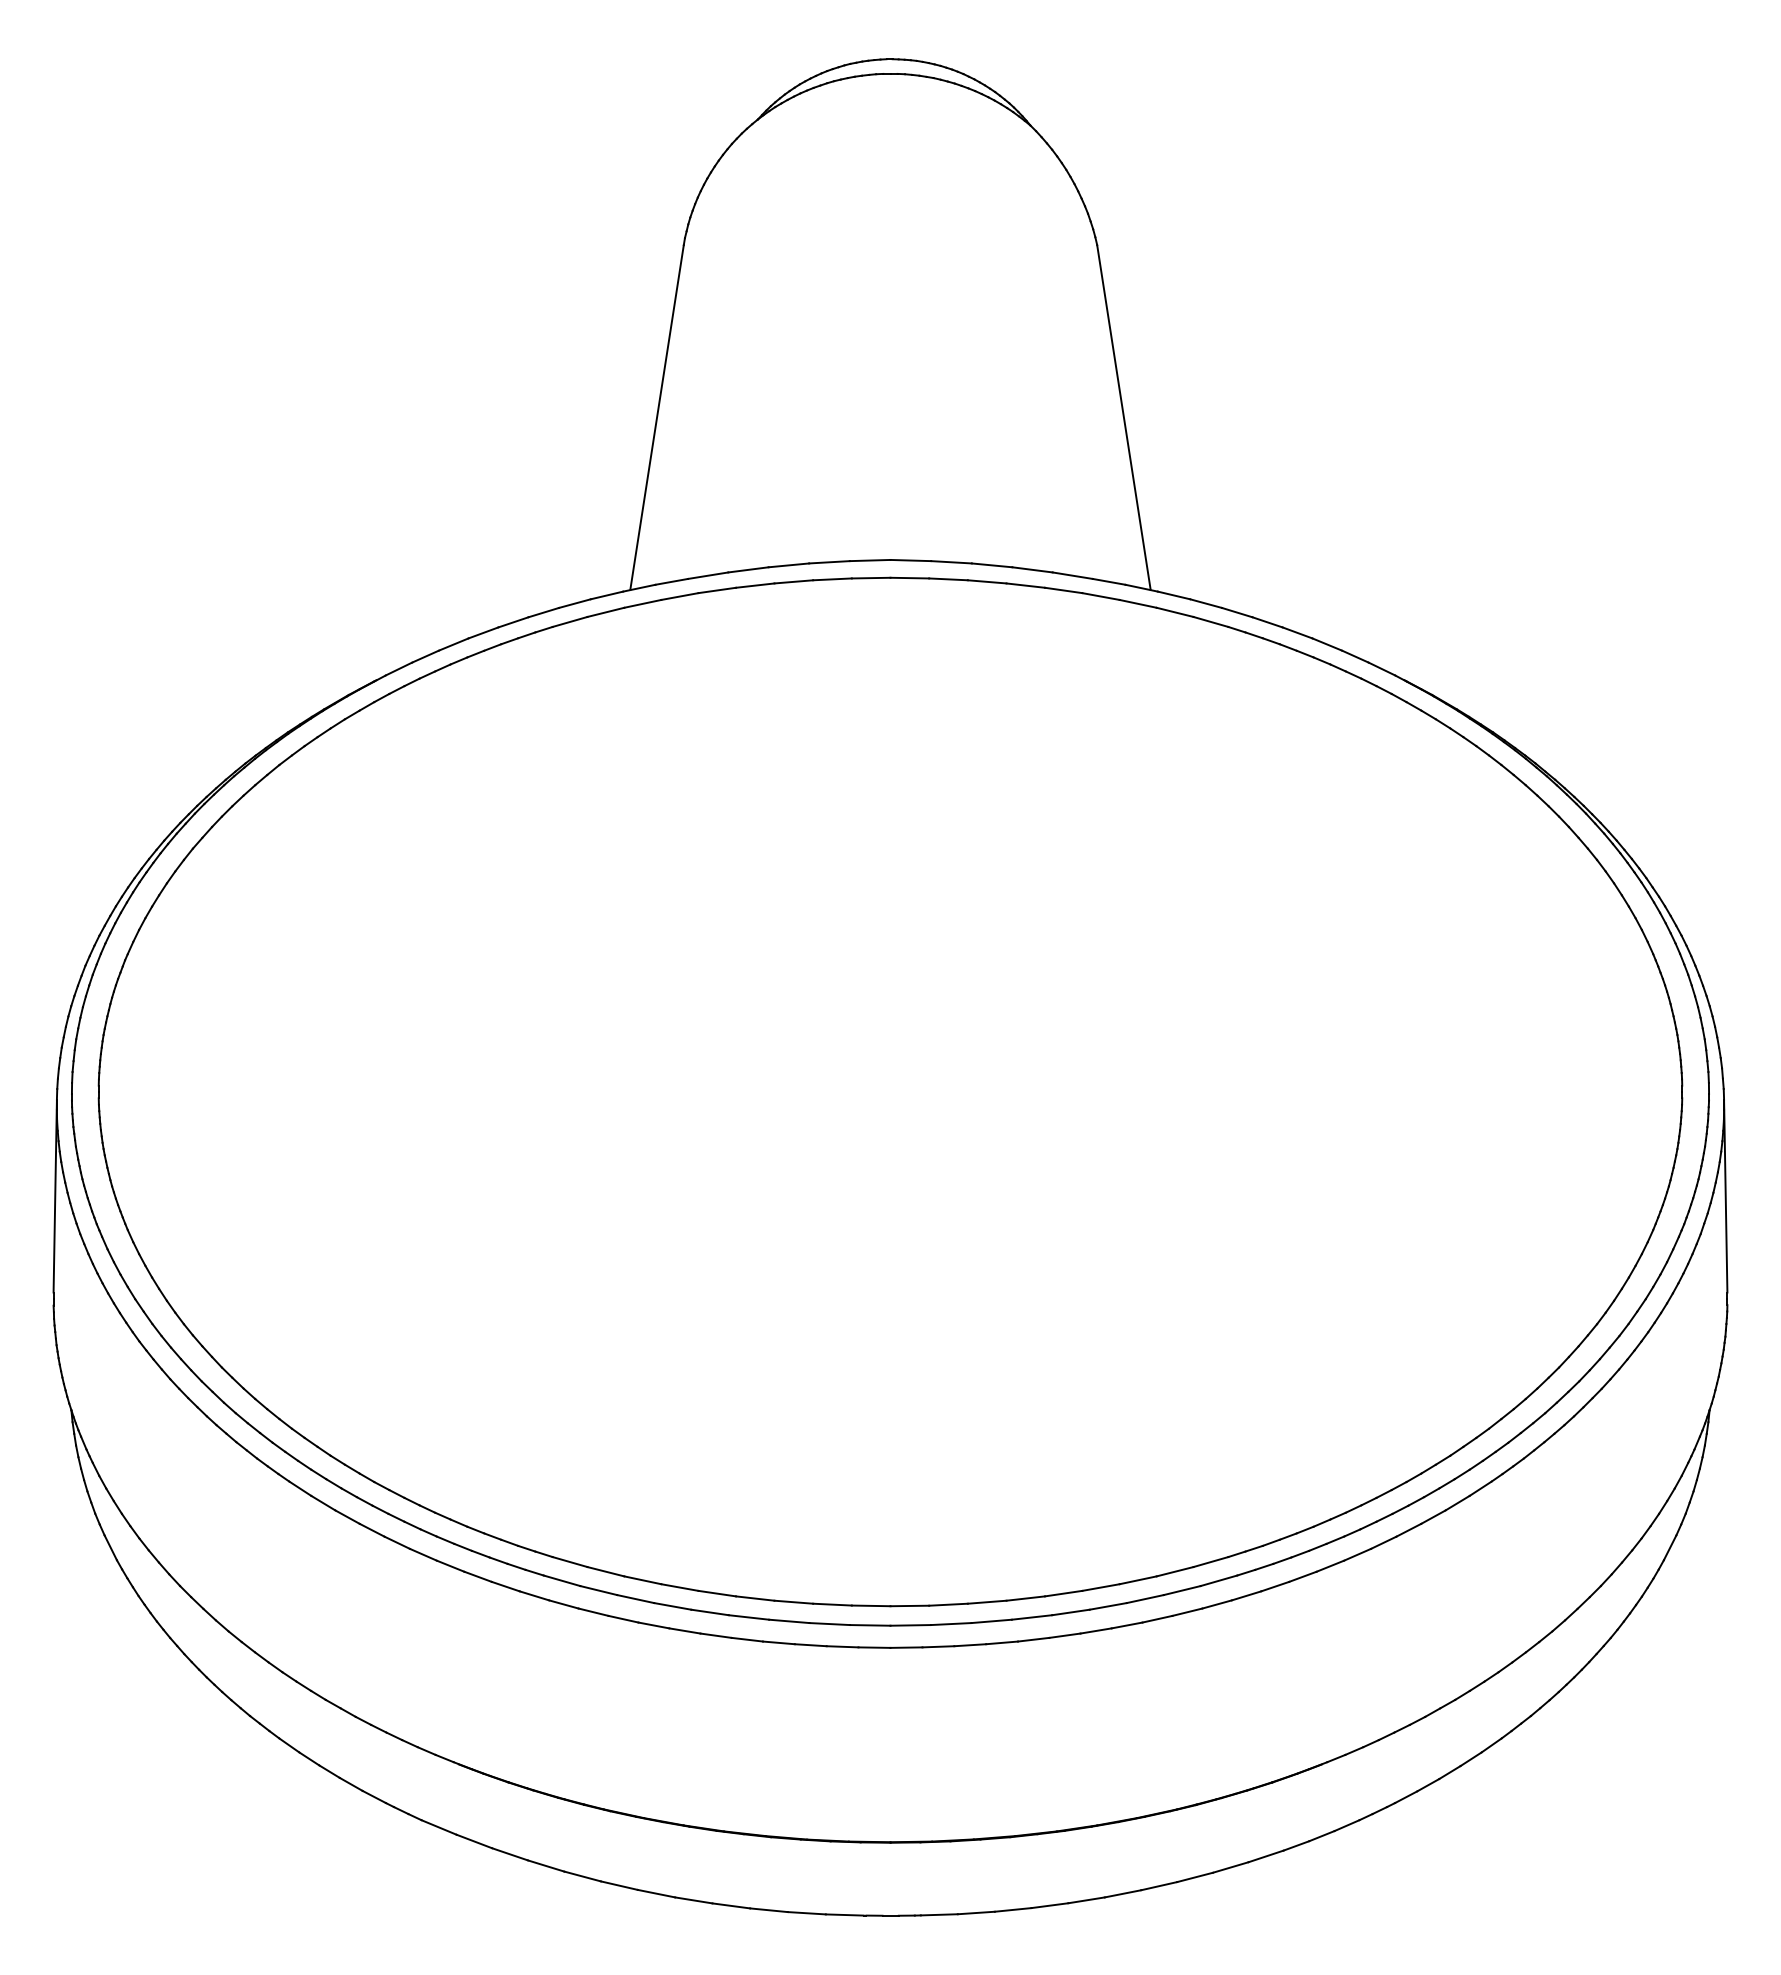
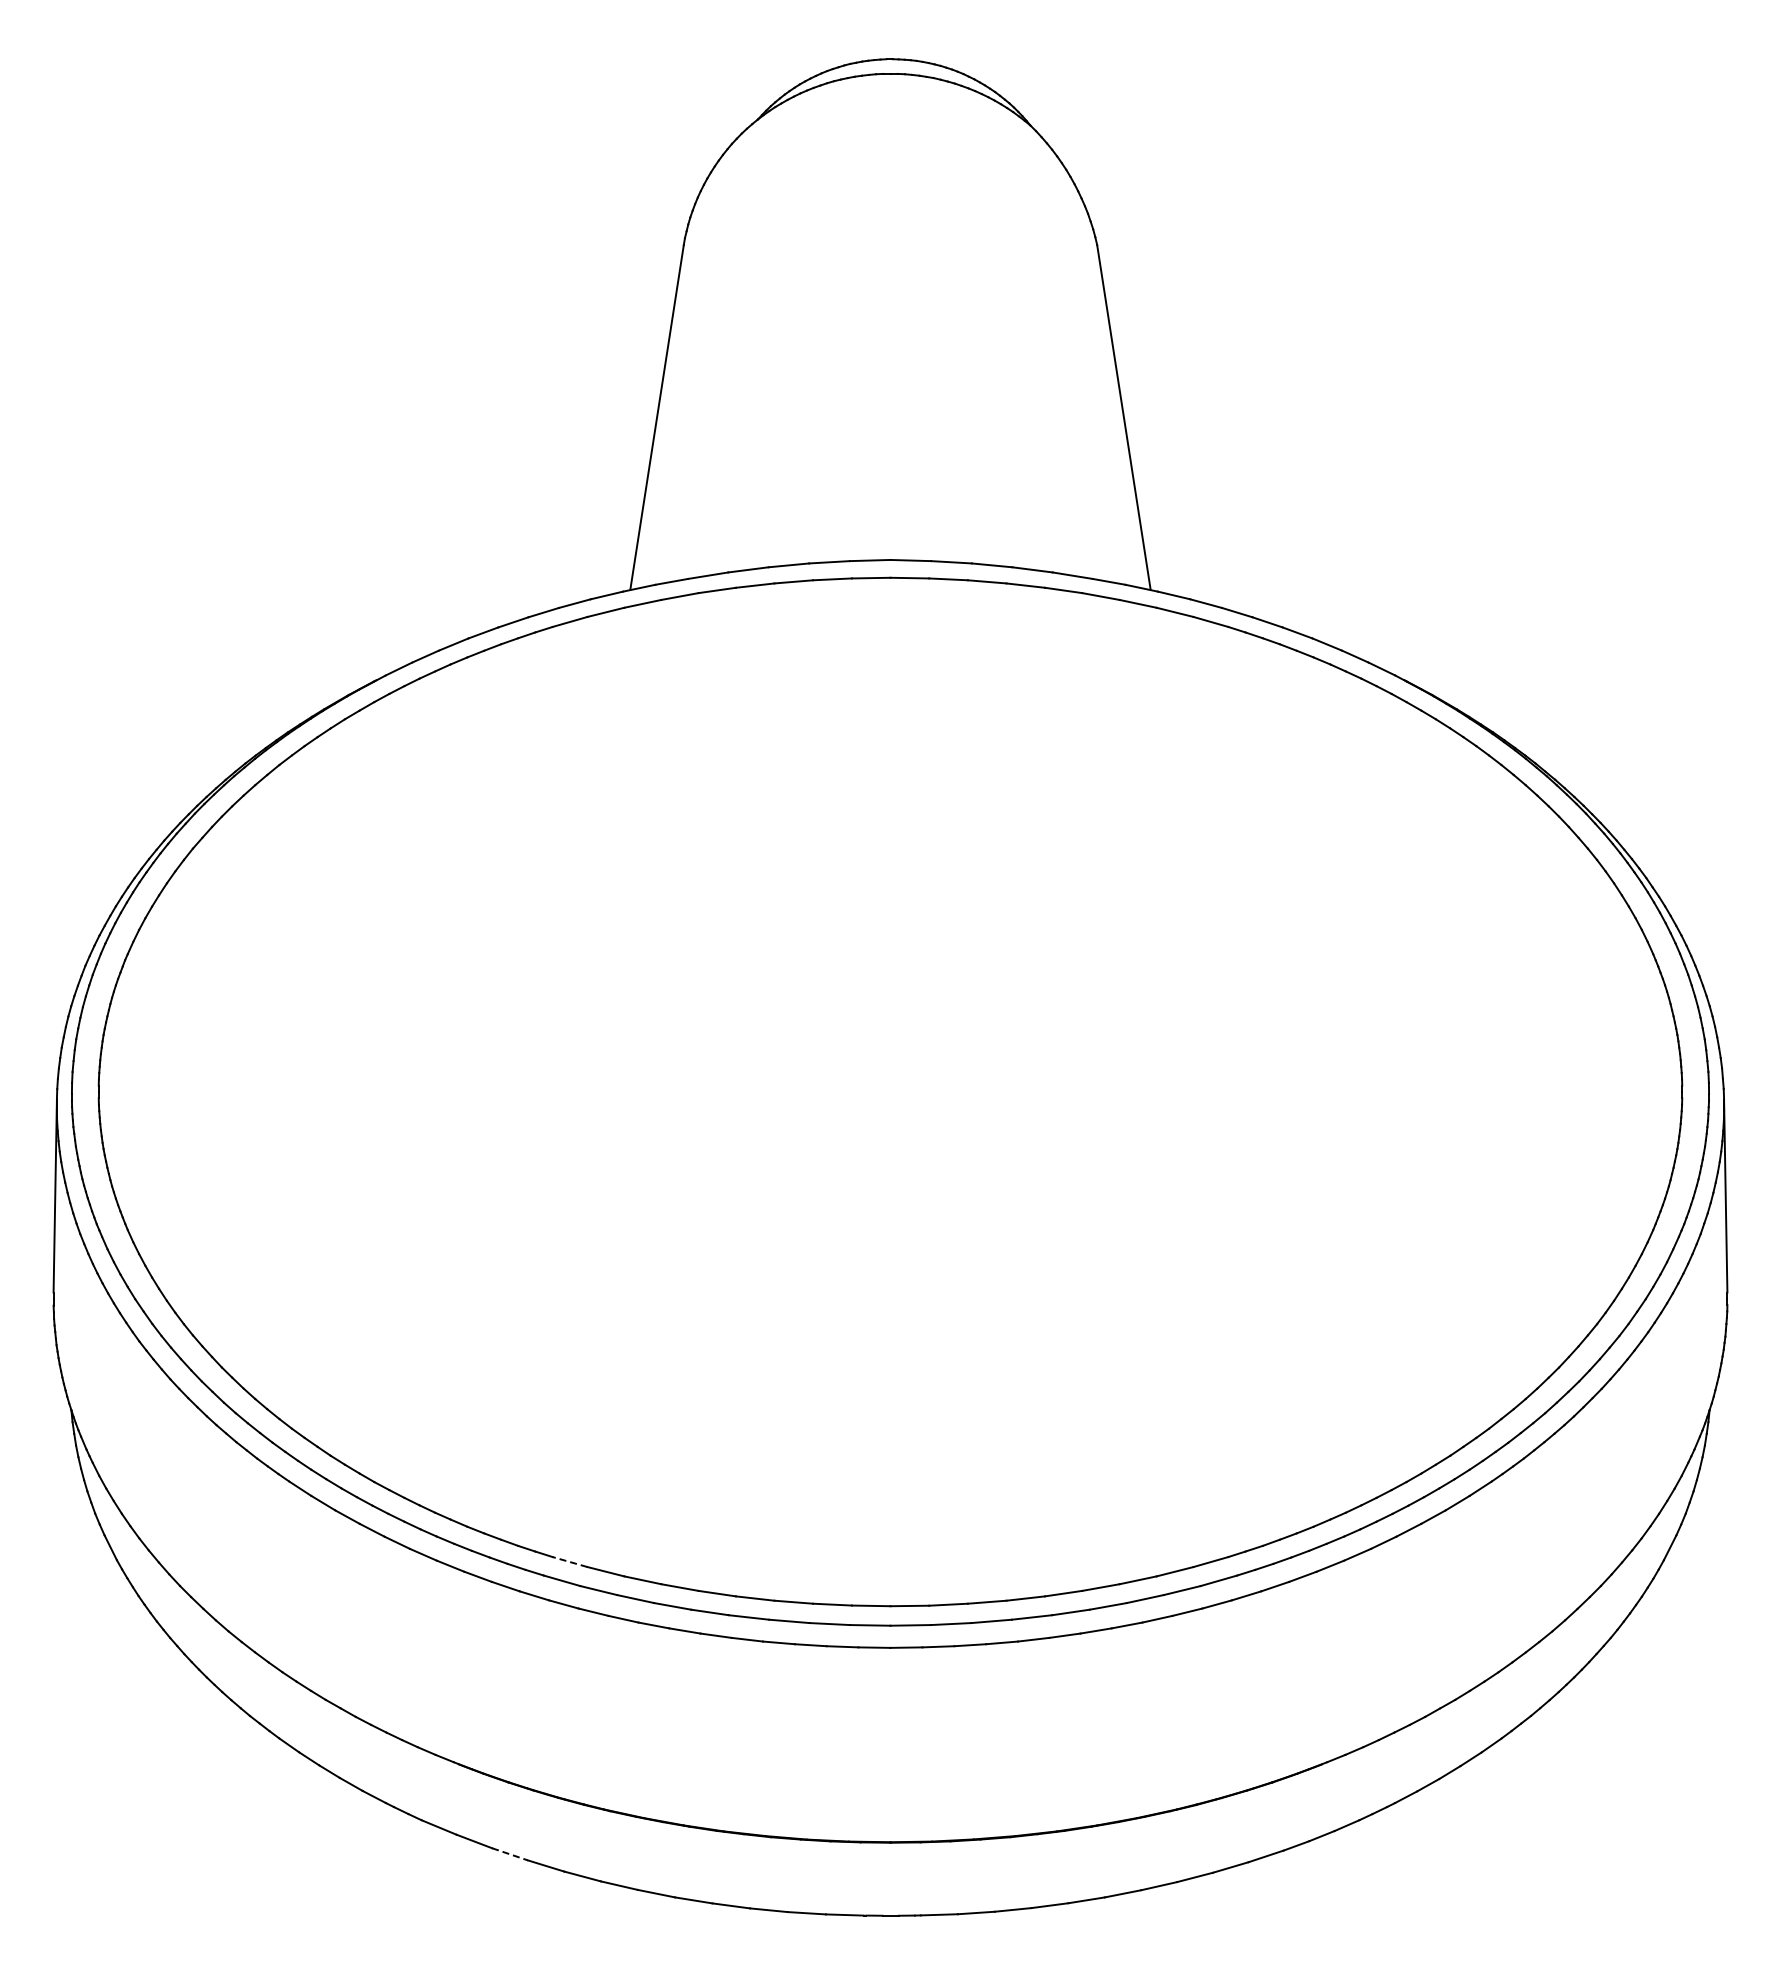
line at (569, 1561): solid -> dashed
line at (510, 1854): solid -> dashed
